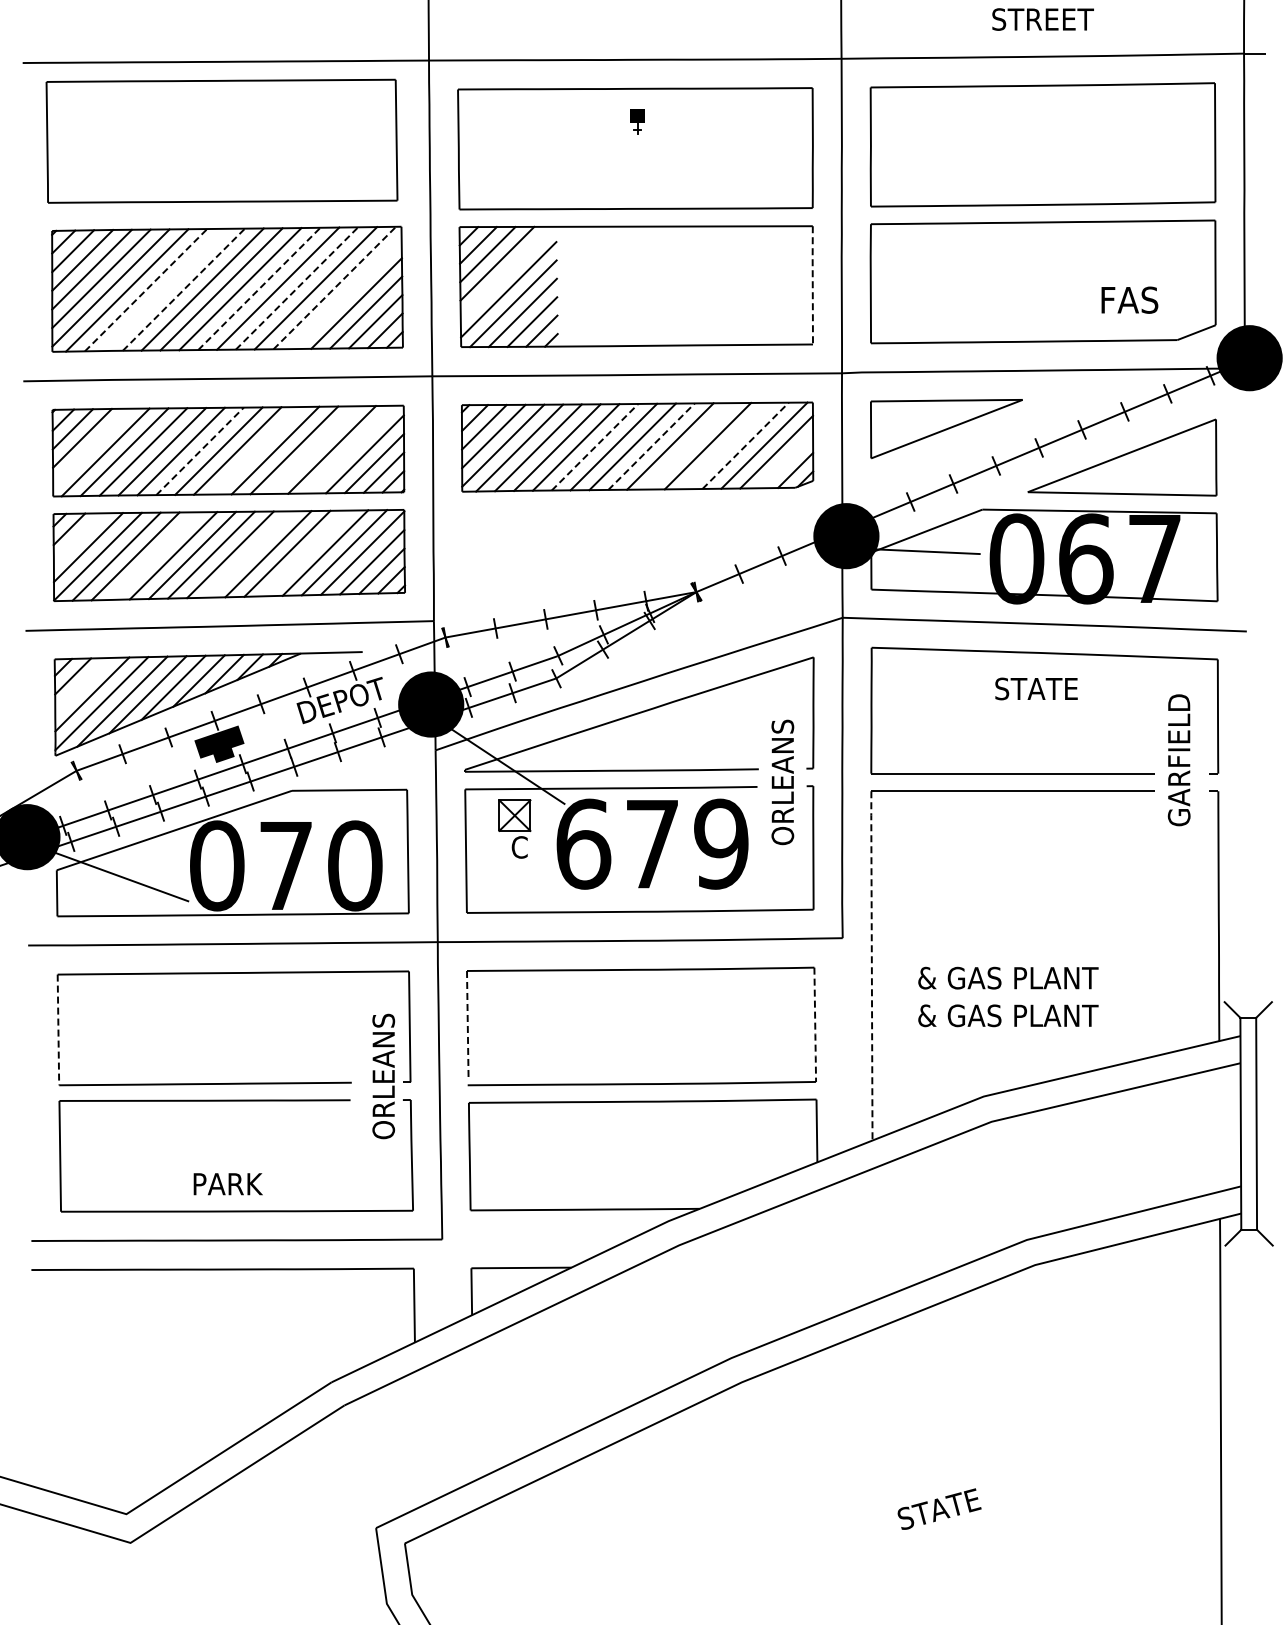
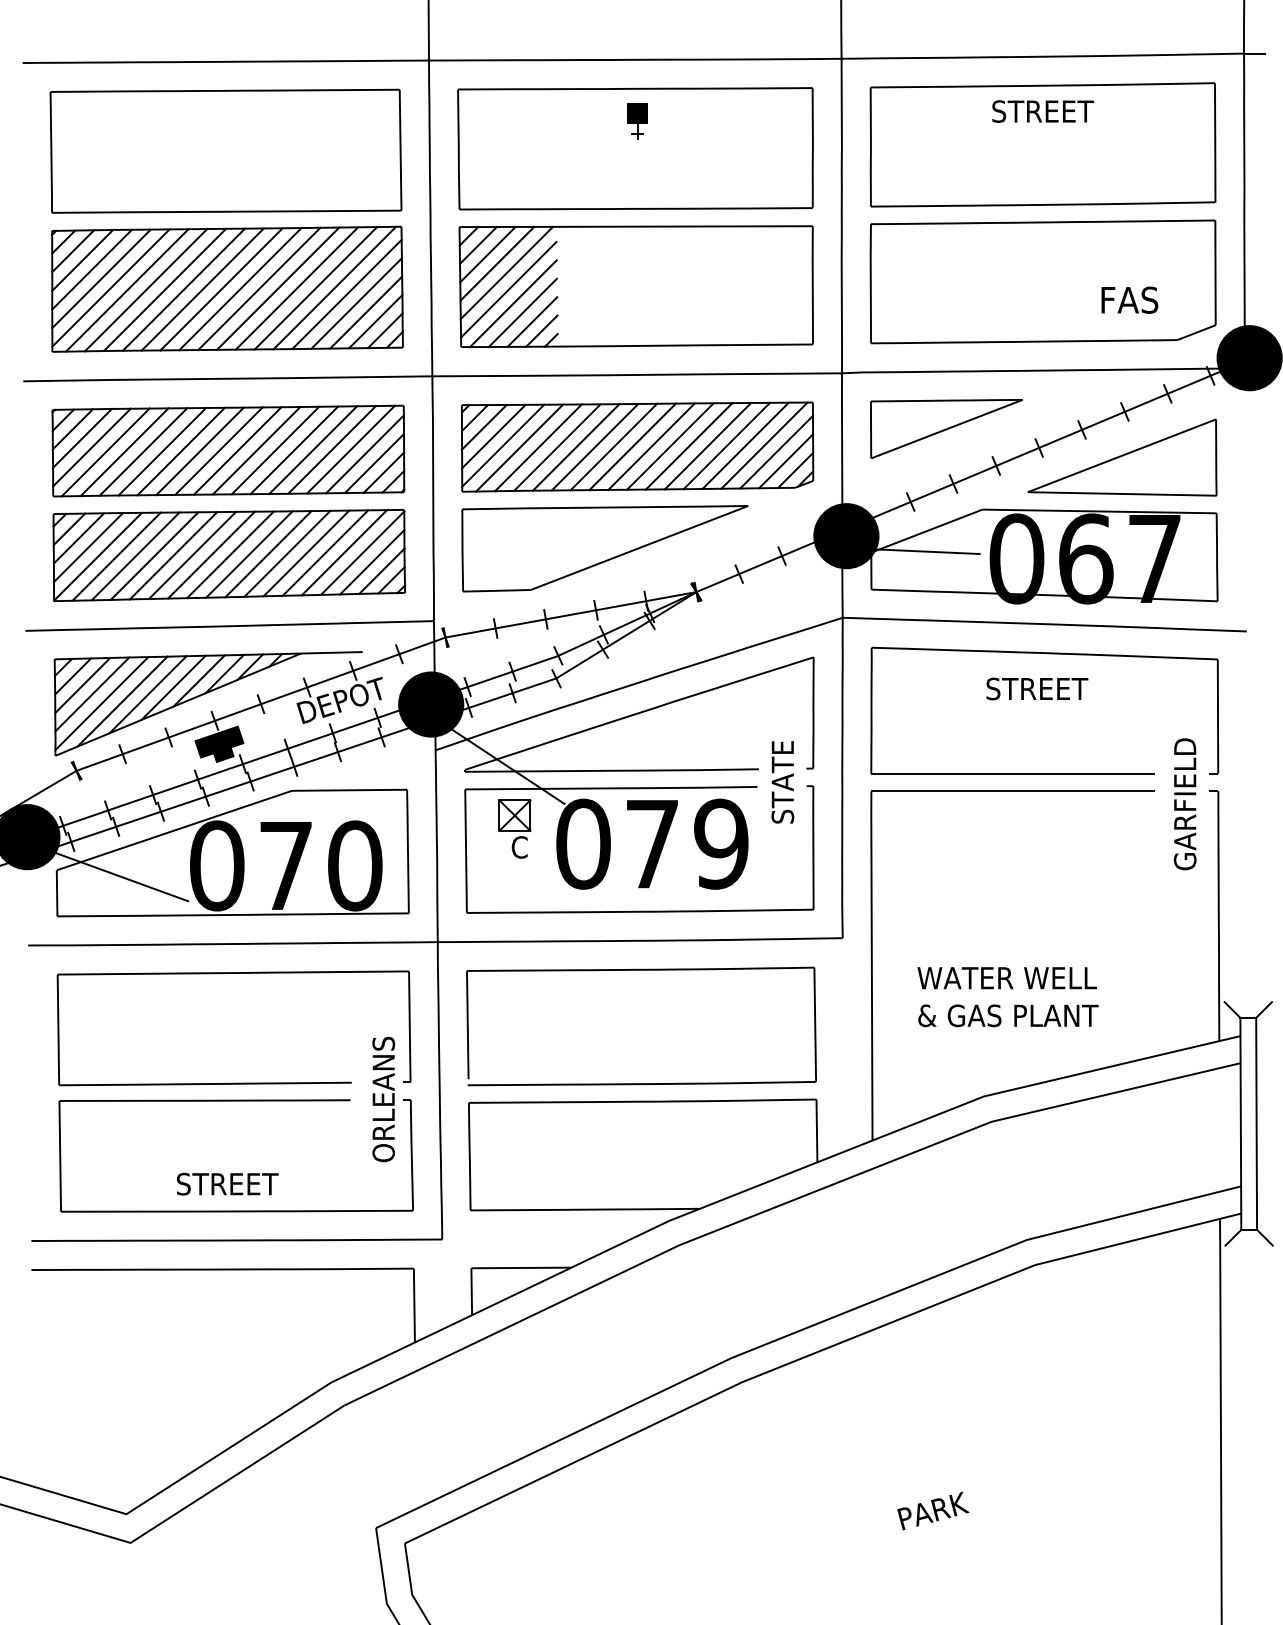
text at (1042, 19) position: (1042, 19) -> (1042, 111)
part at (637, 121) size: 15x26 px -> 21x37 px
part at (221, 140) position: (221, 140) -> (225, 150)
line at (506, 272): none -> present
line at (812, 283): dashed -> solid
line at (259, 288): dashed -> solid
line at (297, 288): dashed -> solid
line at (334, 288): dashed -> solid
line at (146, 289): dashed -> solid
line at (164, 289): none -> present
line at (184, 289): dashed -> solid
line at (346, 294): none -> present
line at (726, 445): none -> present
line at (745, 445): dashed -> solid
line at (595, 446): dashed -> solid
line at (651, 446): dashed -> solid
line at (688, 446): none -> present
line at (91, 447): none -> present
line at (313, 449): none -> present
line at (350, 449): none -> present
line at (256, 450): none -> present
line at (200, 451): dashed -> solid
line at (786, 461): none -> present
line at (78, 538): none -> present
part at (604, 548): none -> present
line at (306, 553): none -> present
line at (249, 554): none -> present
line at (154, 555): none -> present
line at (82, 685): none -> present
text at (1037, 688): STATE -> STREET
text at (1178, 760) position: (1178, 760) -> (1184, 804)
text at (782, 782): ORLEANS -> STATE
text at (583, 843): 679 -> 079
line at (871, 965): dashed -> solid
text at (1007, 977): & GAS PLANT -> WATER WELL
line at (467, 1025): dashed -> solid
line at (815, 1026): dashed -> solid
line at (58, 1030): dashed -> solid
text at (383, 1076) position: (383, 1076) -> (383, 1099)
text at (227, 1183): PARK -> STREET
text at (939, 1509): STATE -> PARK
